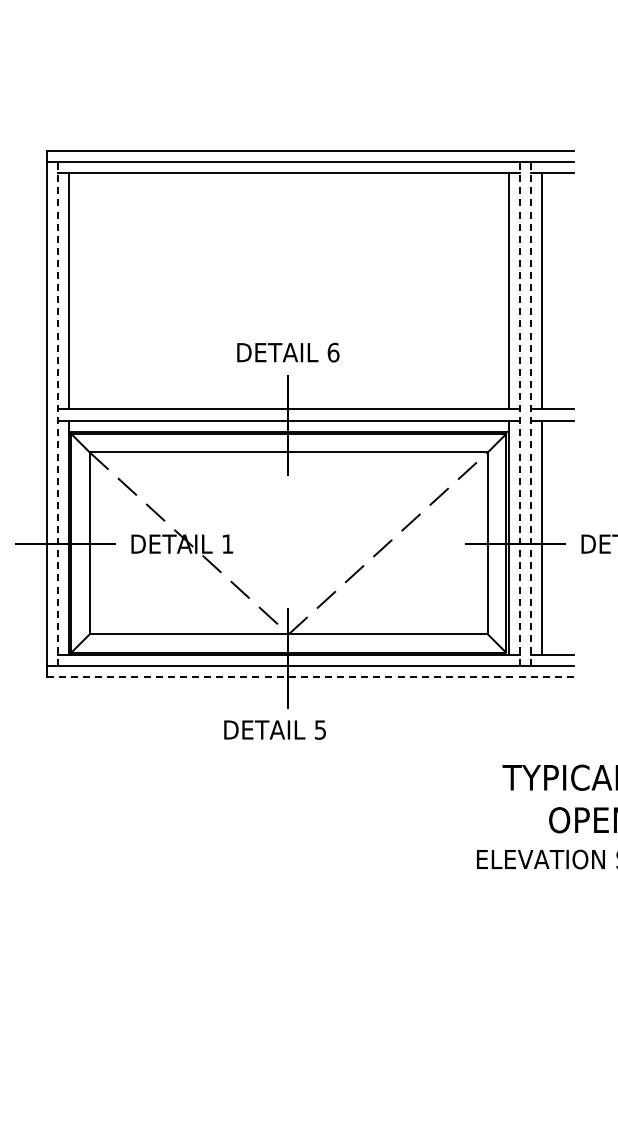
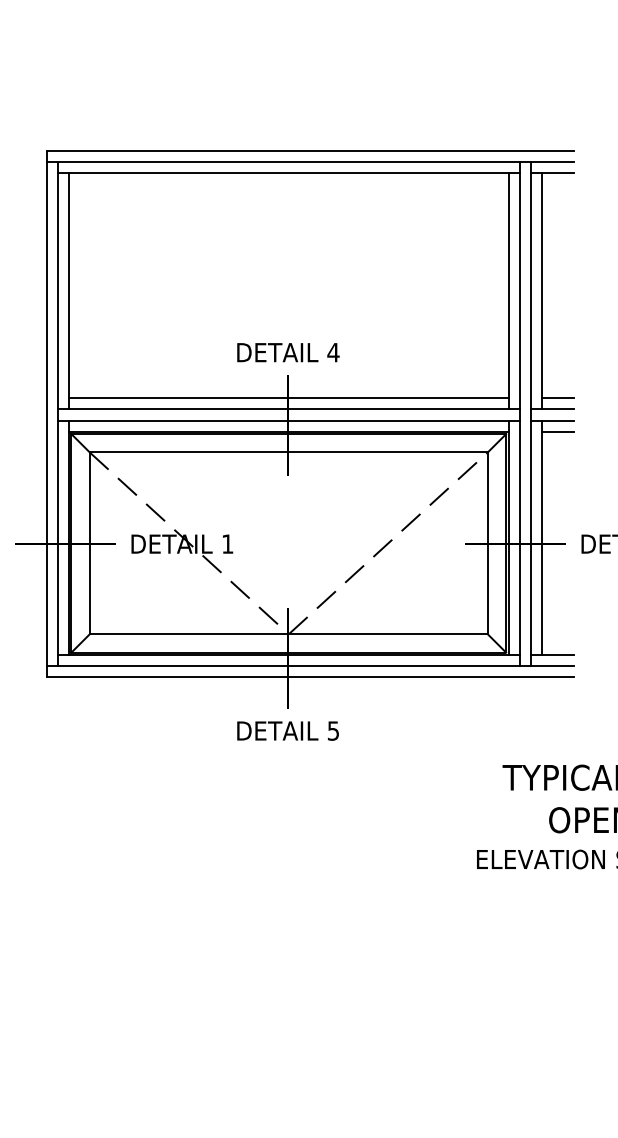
text at (333, 352): 6 -> 4
line at (288, 398): none -> present
line at (557, 398): none -> present
line at (57, 414): dashed -> solid
line at (519, 414): dashed -> solid
line at (530, 414): dashed -> solid
line at (557, 431): none -> present
line at (310, 677): dashed -> solid
text at (274, 729) position: (274, 729) -> (287, 730)
